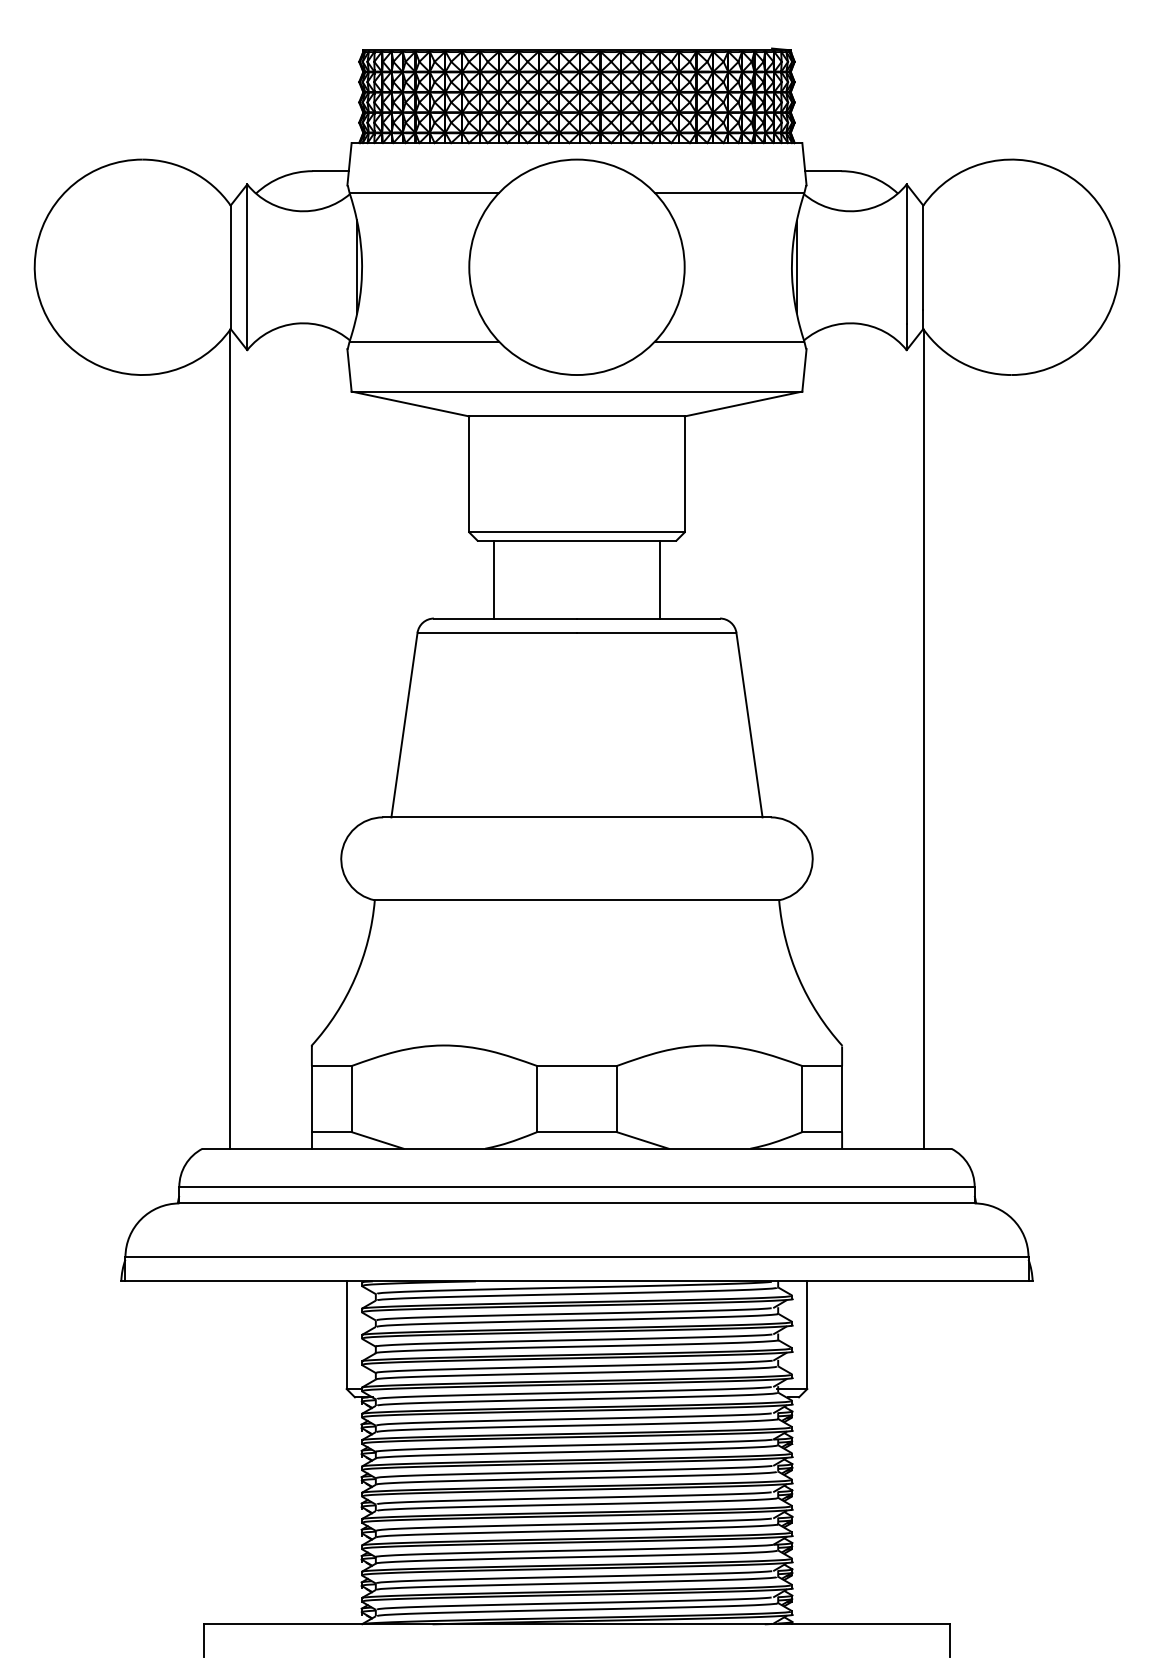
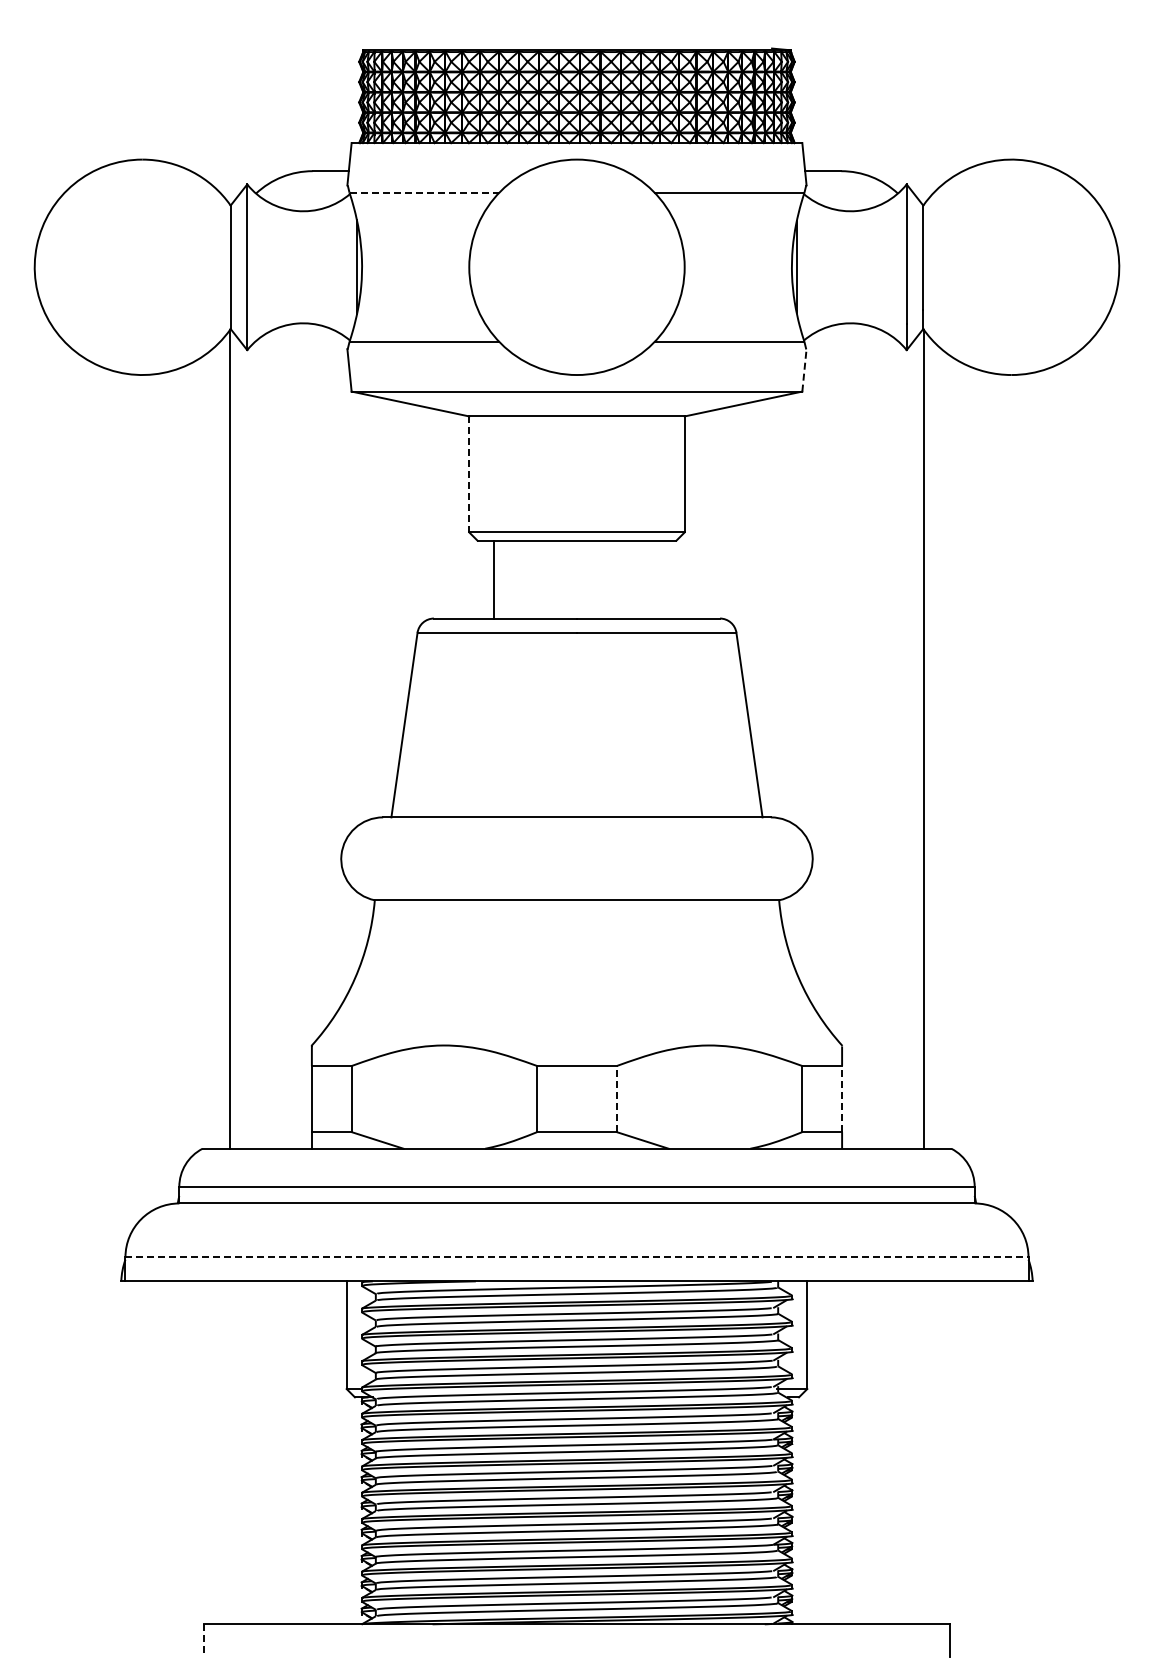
line at (424, 192): solid -> dashed
line at (804, 369): solid -> dashed
line at (469, 474): solid -> dashed
line at (659, 579): present -> none
line at (617, 1098): solid -> dashed
line at (842, 1098): solid -> dashed
line at (576, 1257): solid -> dashed
line at (204, 1640): solid -> dashed
